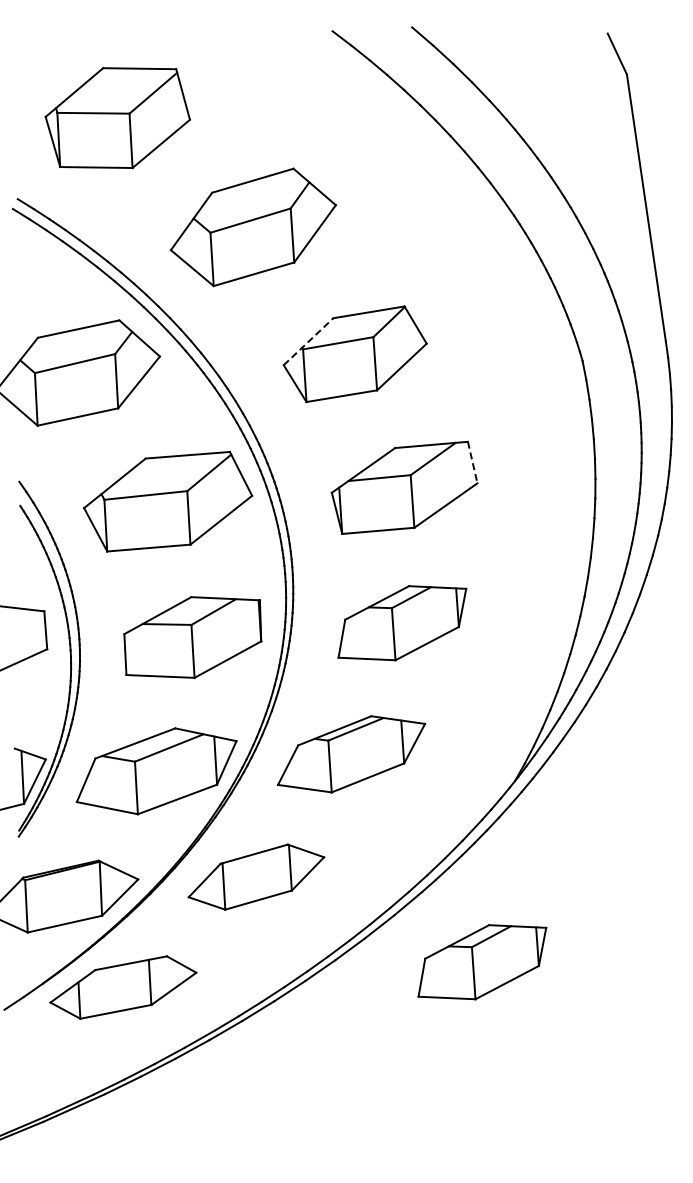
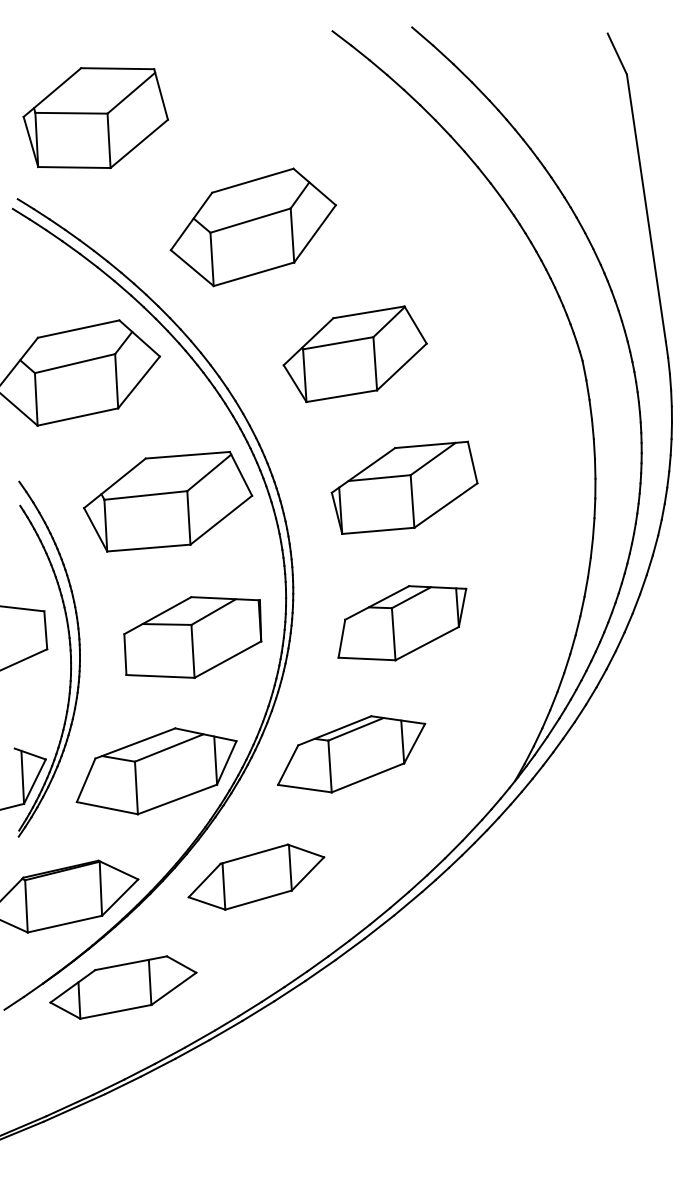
part at (117, 118) position: (117, 118) -> (95, 118)
line at (308, 341): dashed -> solid
line at (472, 463): dashed -> solid
part at (482, 962): present -> none
